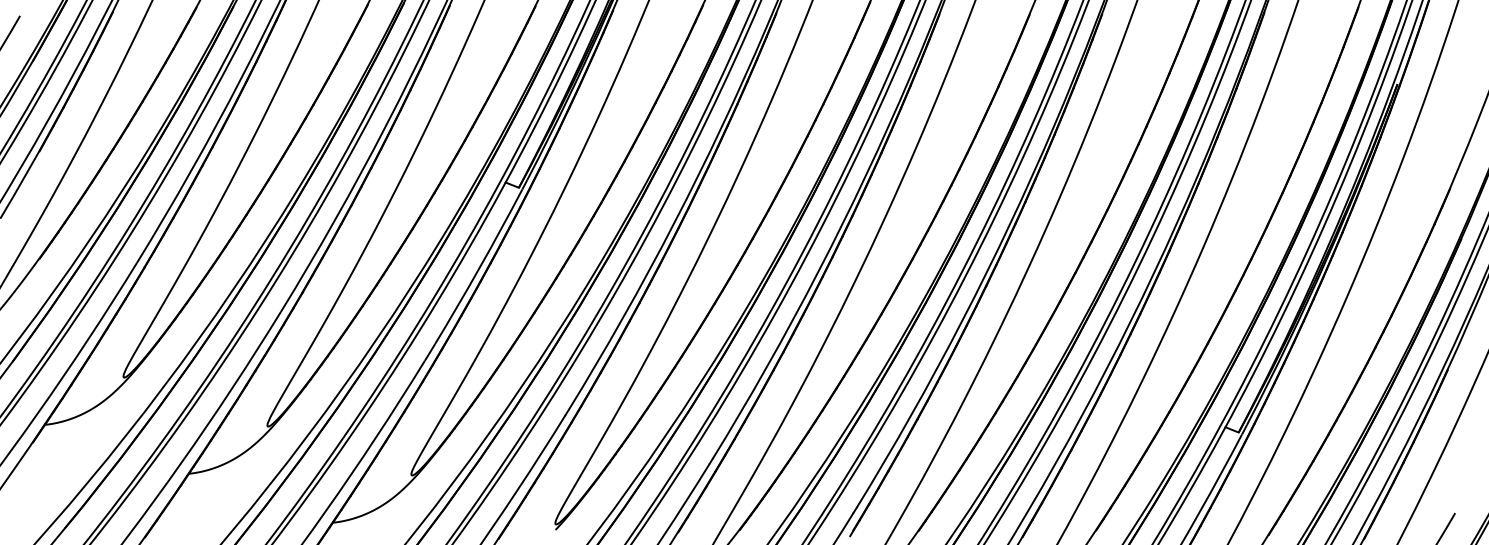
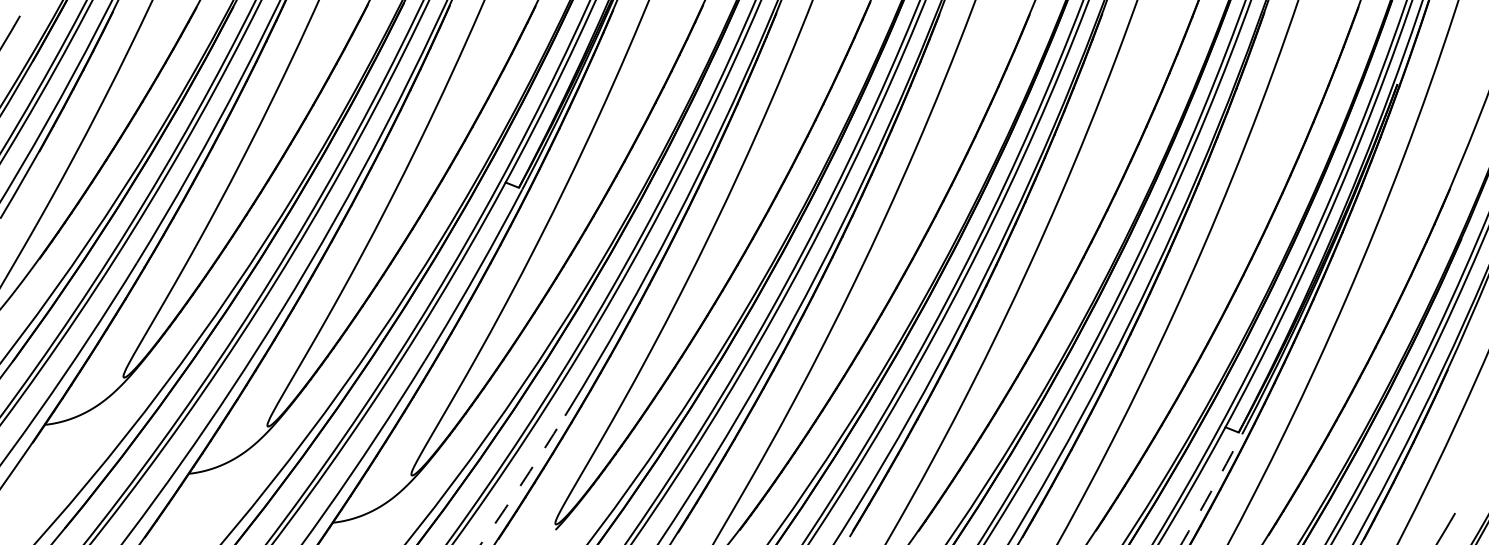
arc at (523, 480): solid -> dashed
arc at (1212, 489): solid -> dashed
